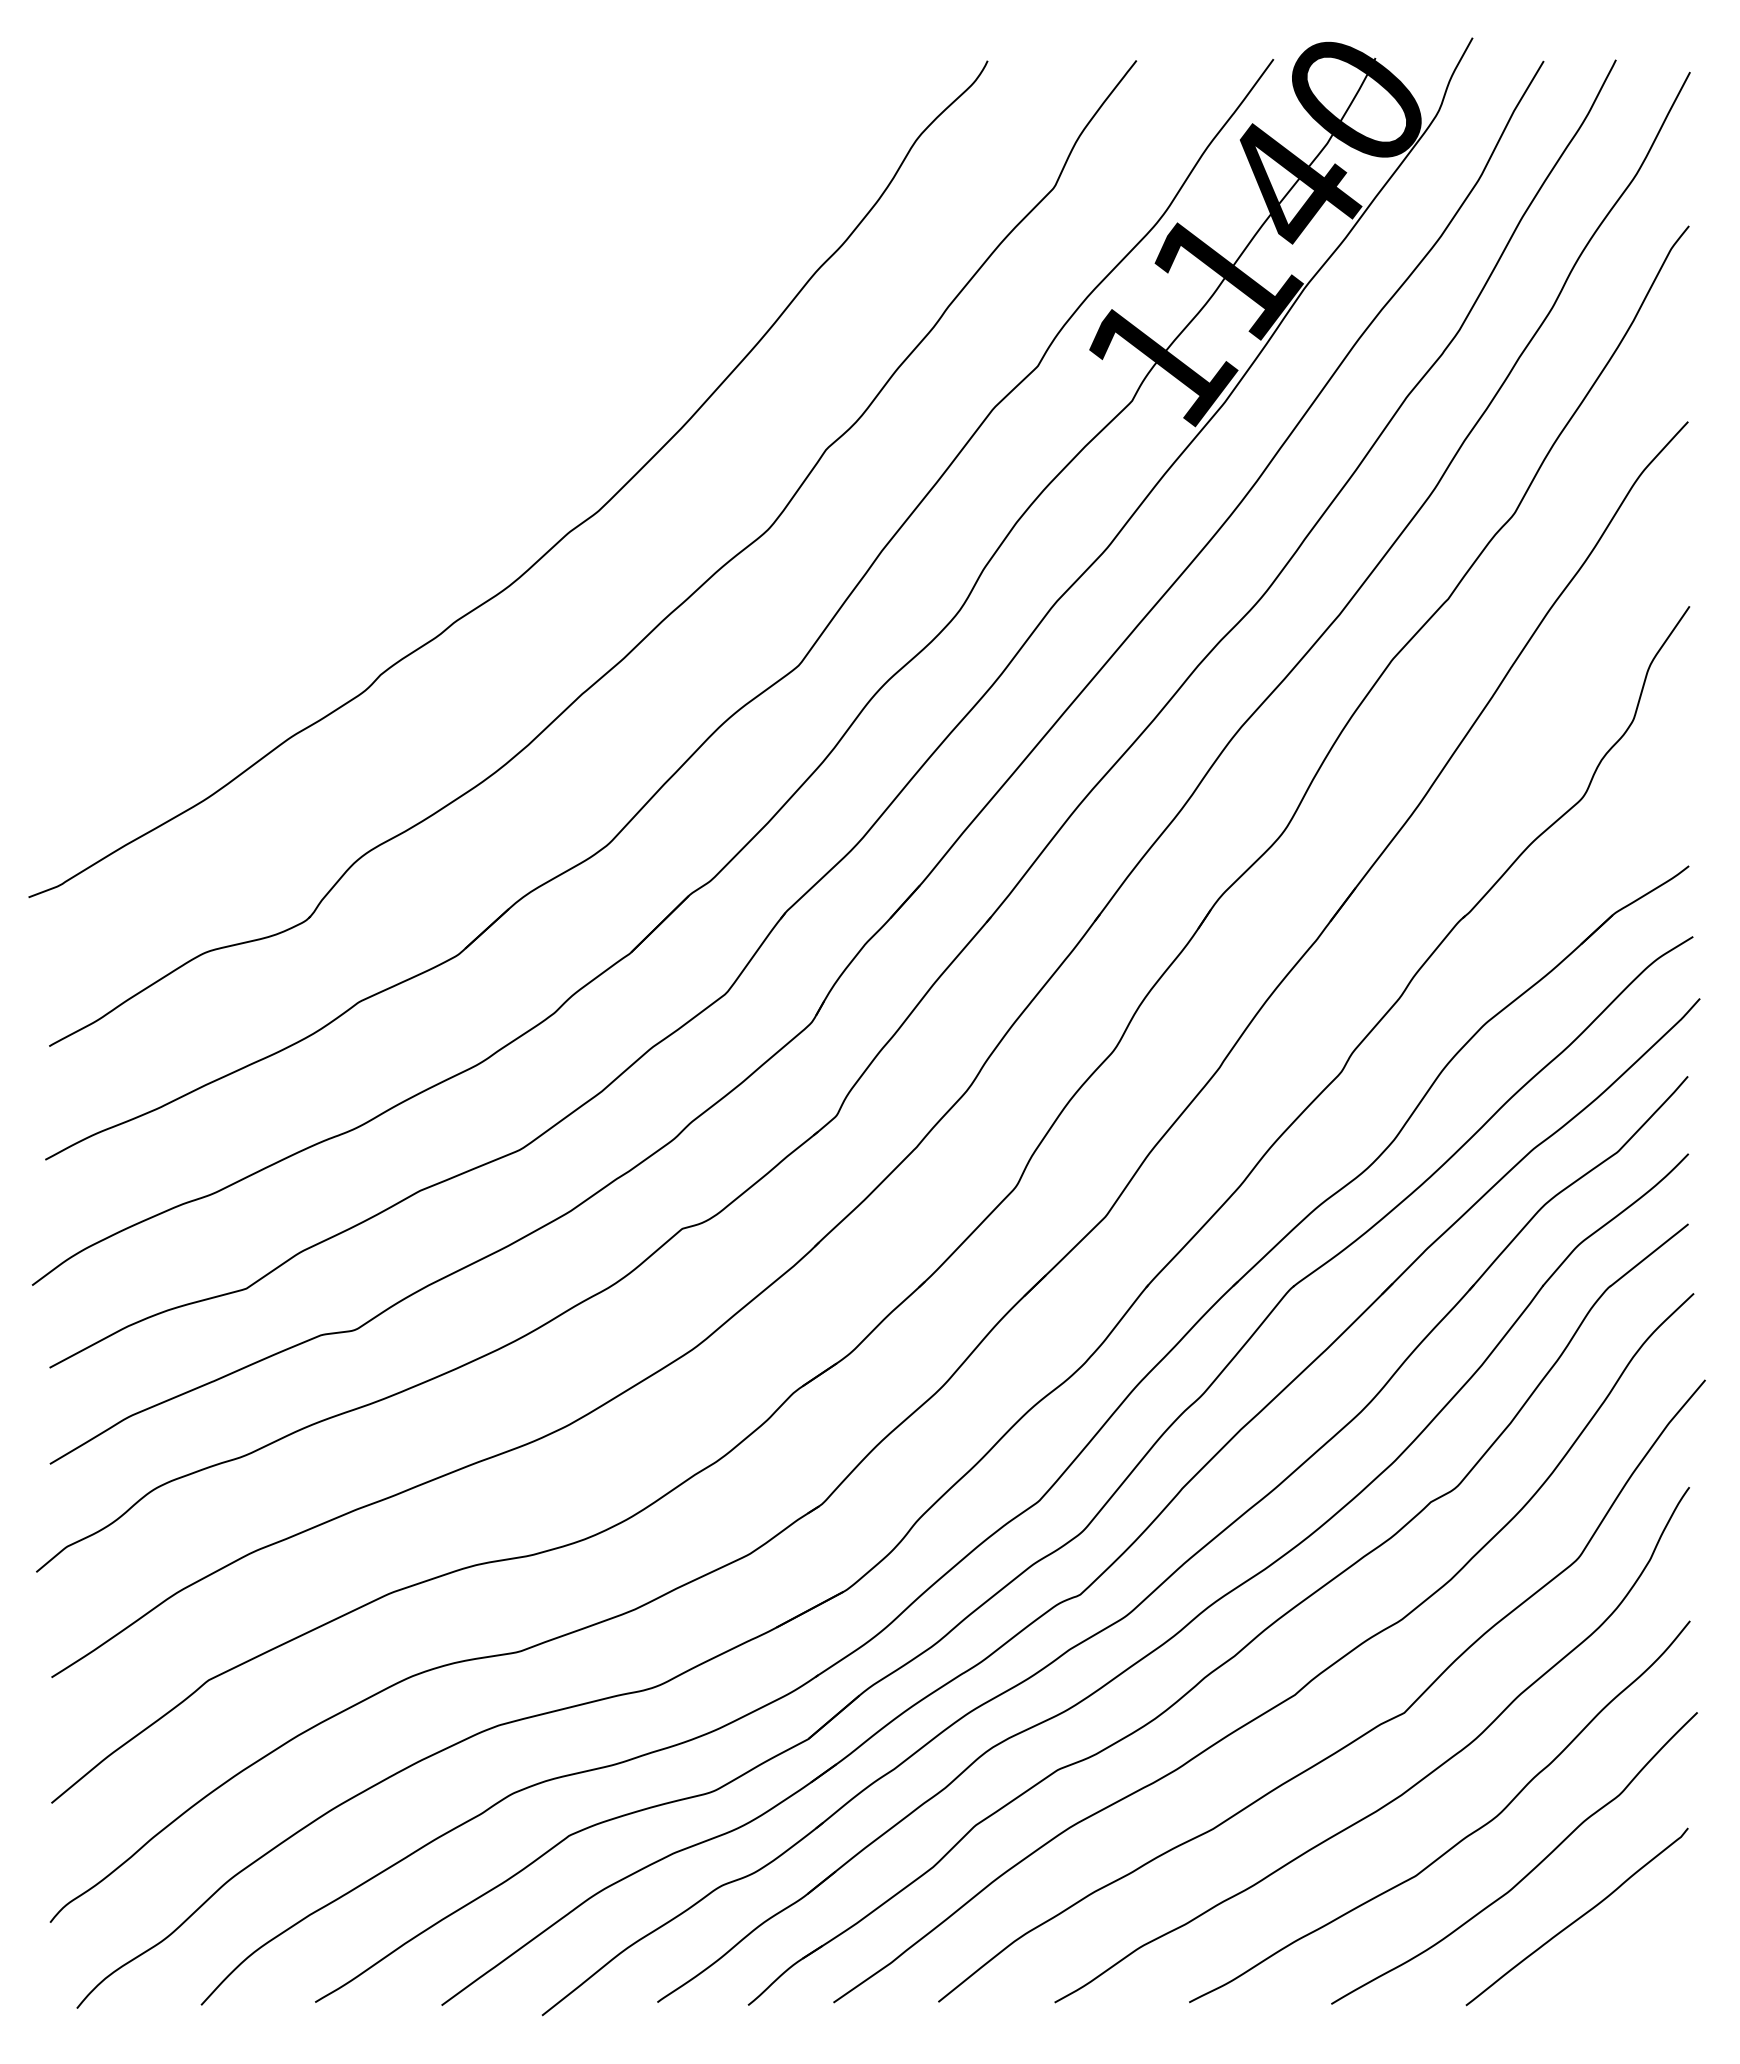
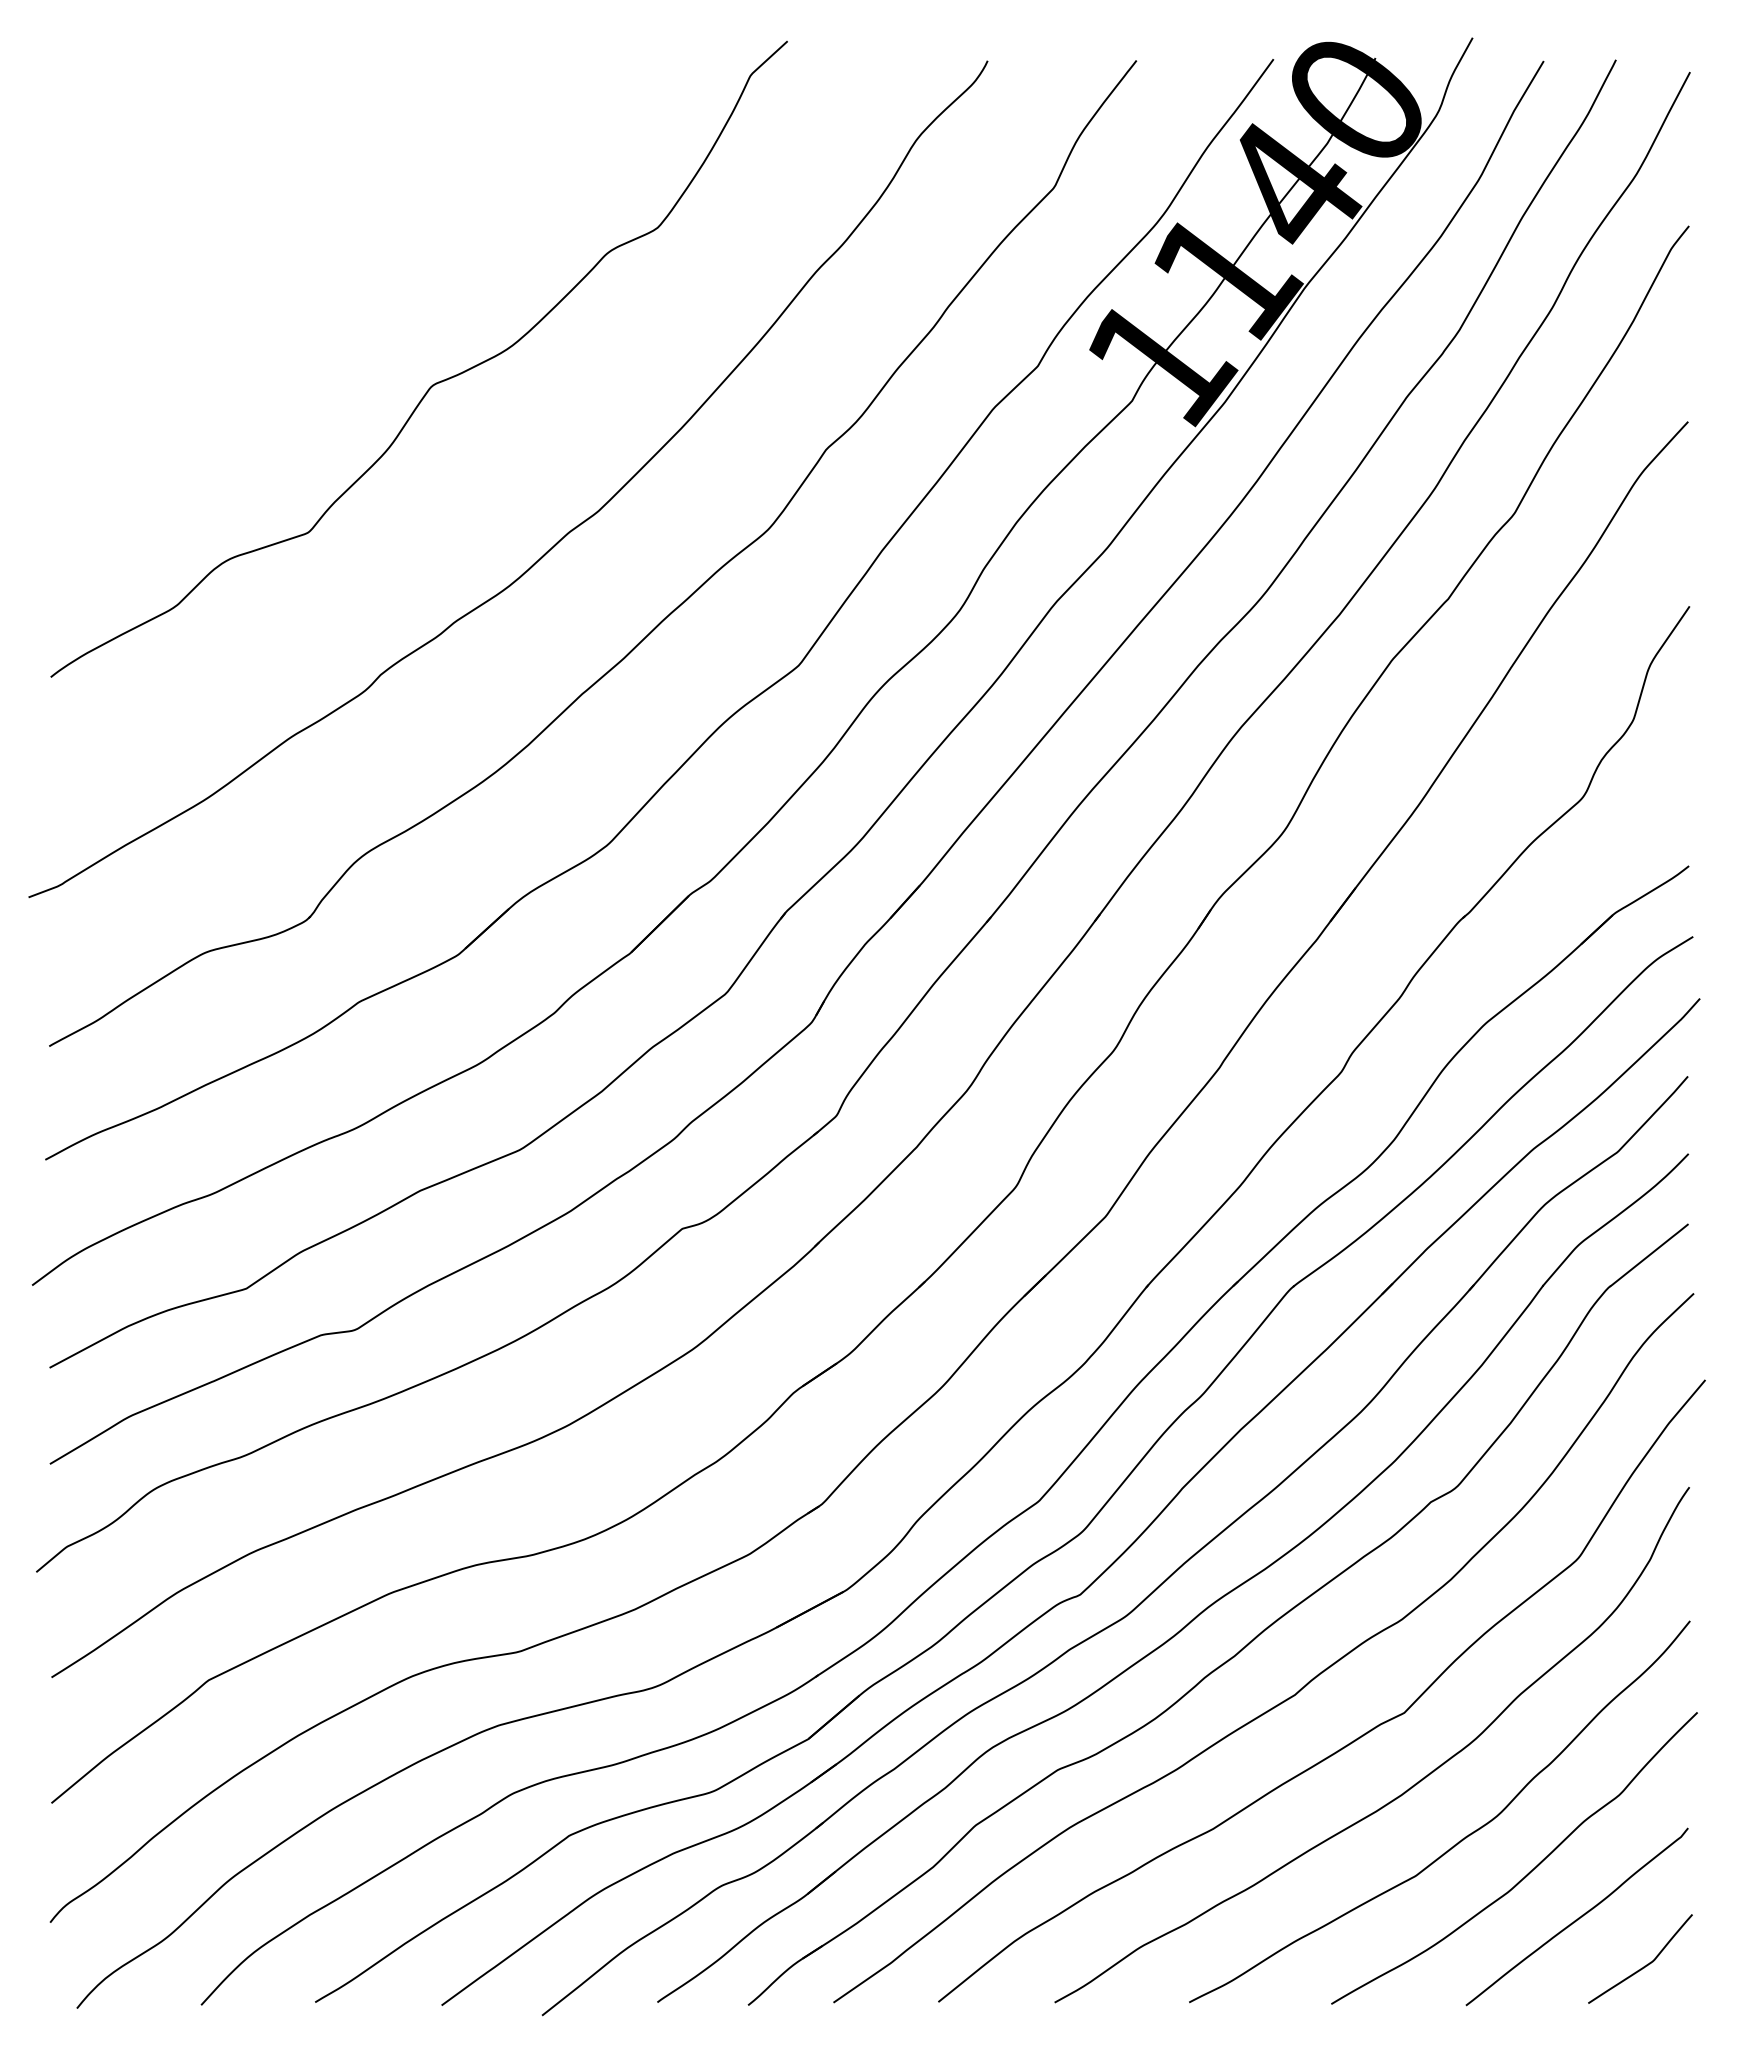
curve at (432, 384): none -> present
curve at (1644, 1965): none -> present
